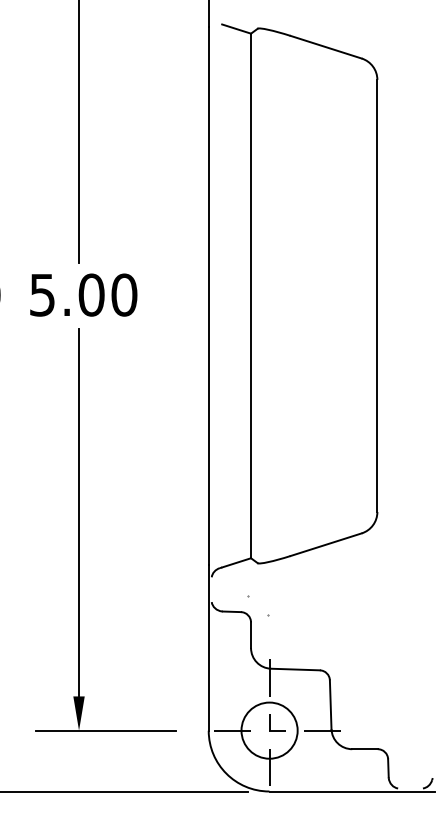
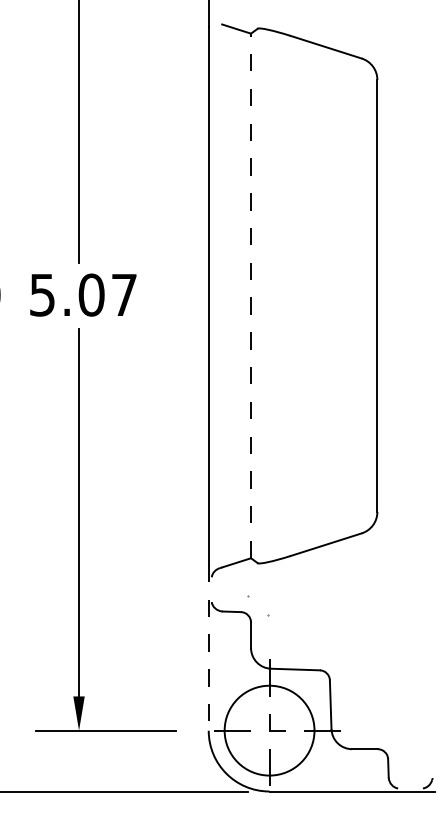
text at (124, 294): 5.00 -> 5.07
line at (251, 295): solid -> dashed
line at (208, 647): solid -> dashed
circle at (269, 730) diameter: 56 px -> 90 px
